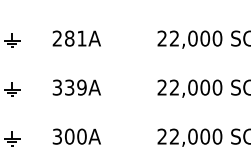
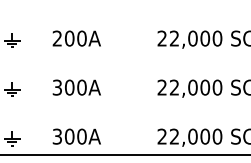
text at (75, 38): 281A -> 200A
text at (75, 87): 339A -> 300A
line at (124, 154): none -> present
